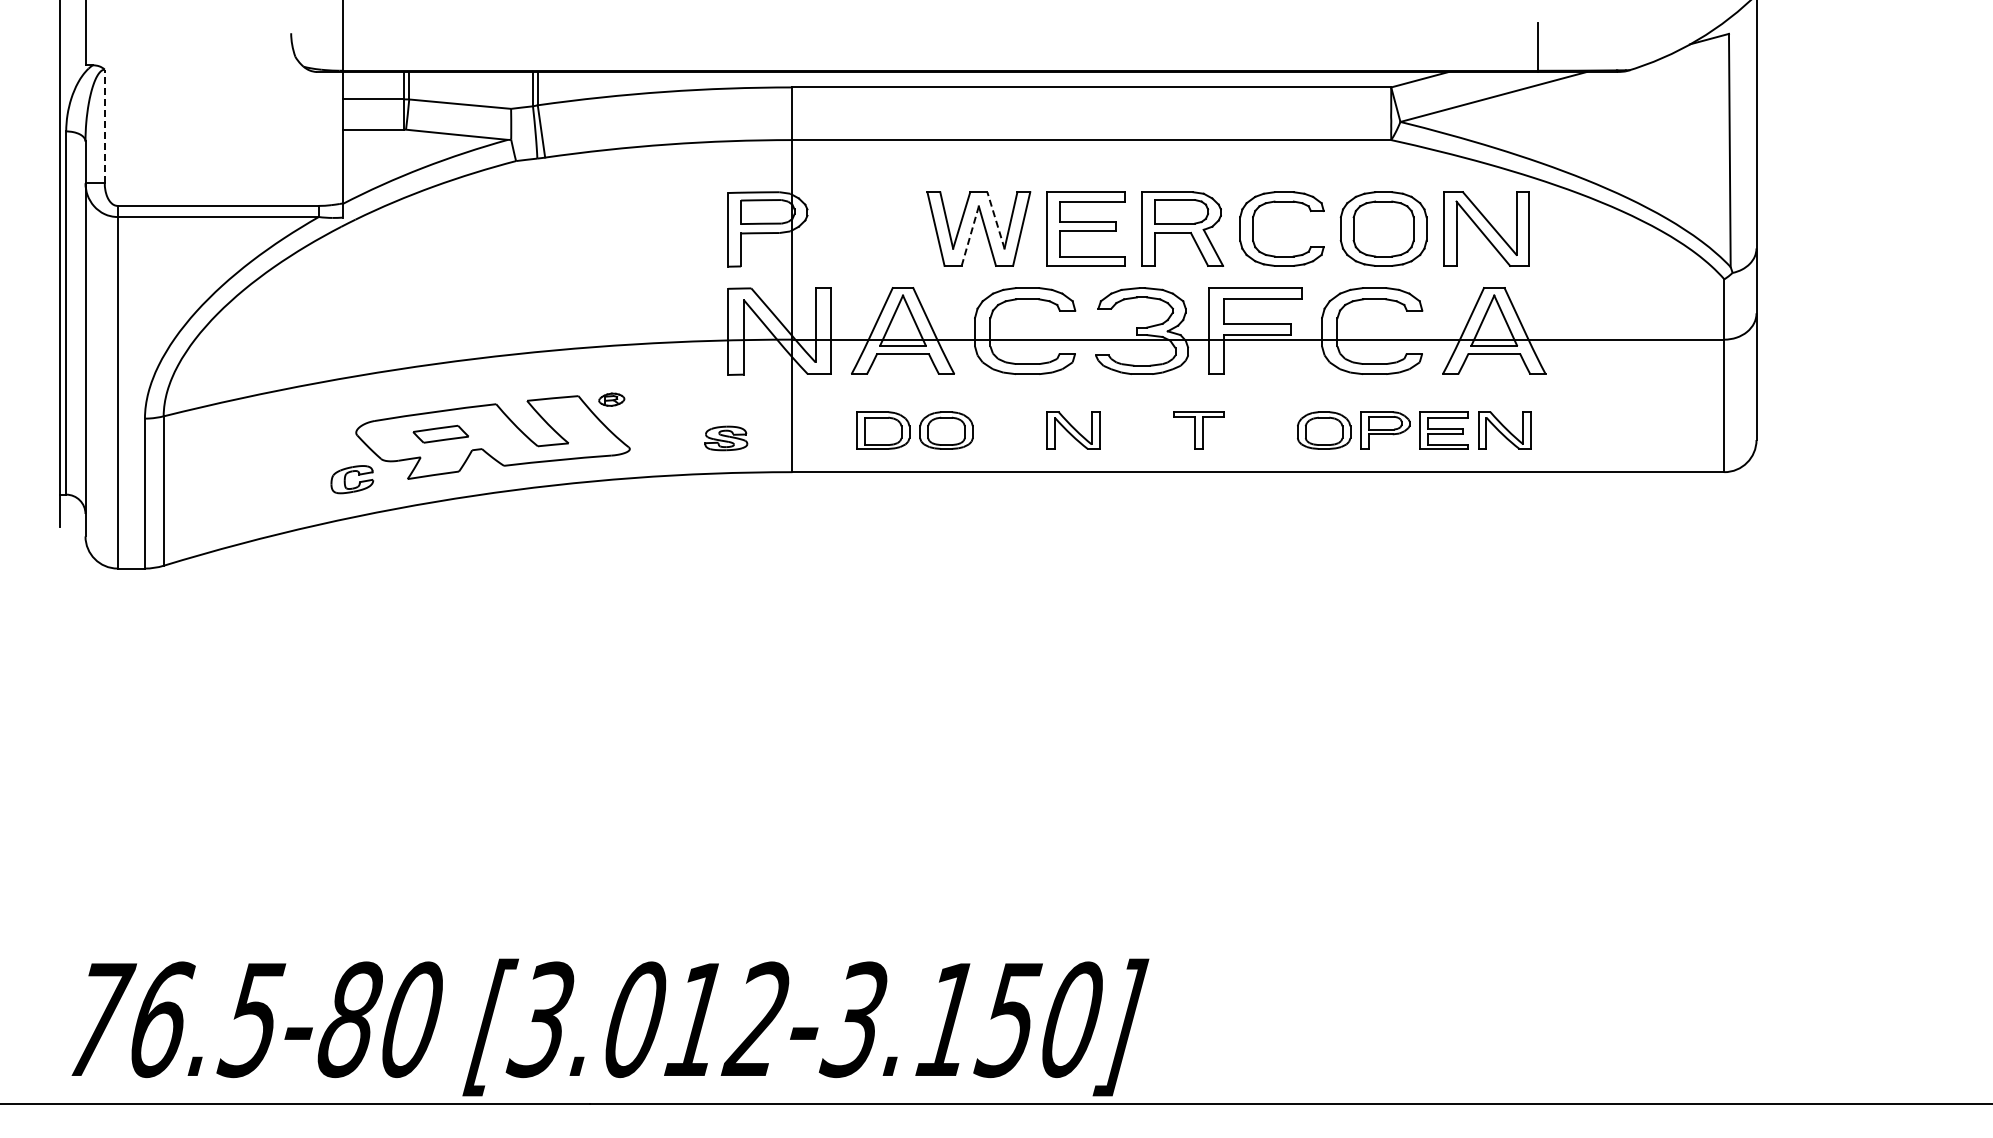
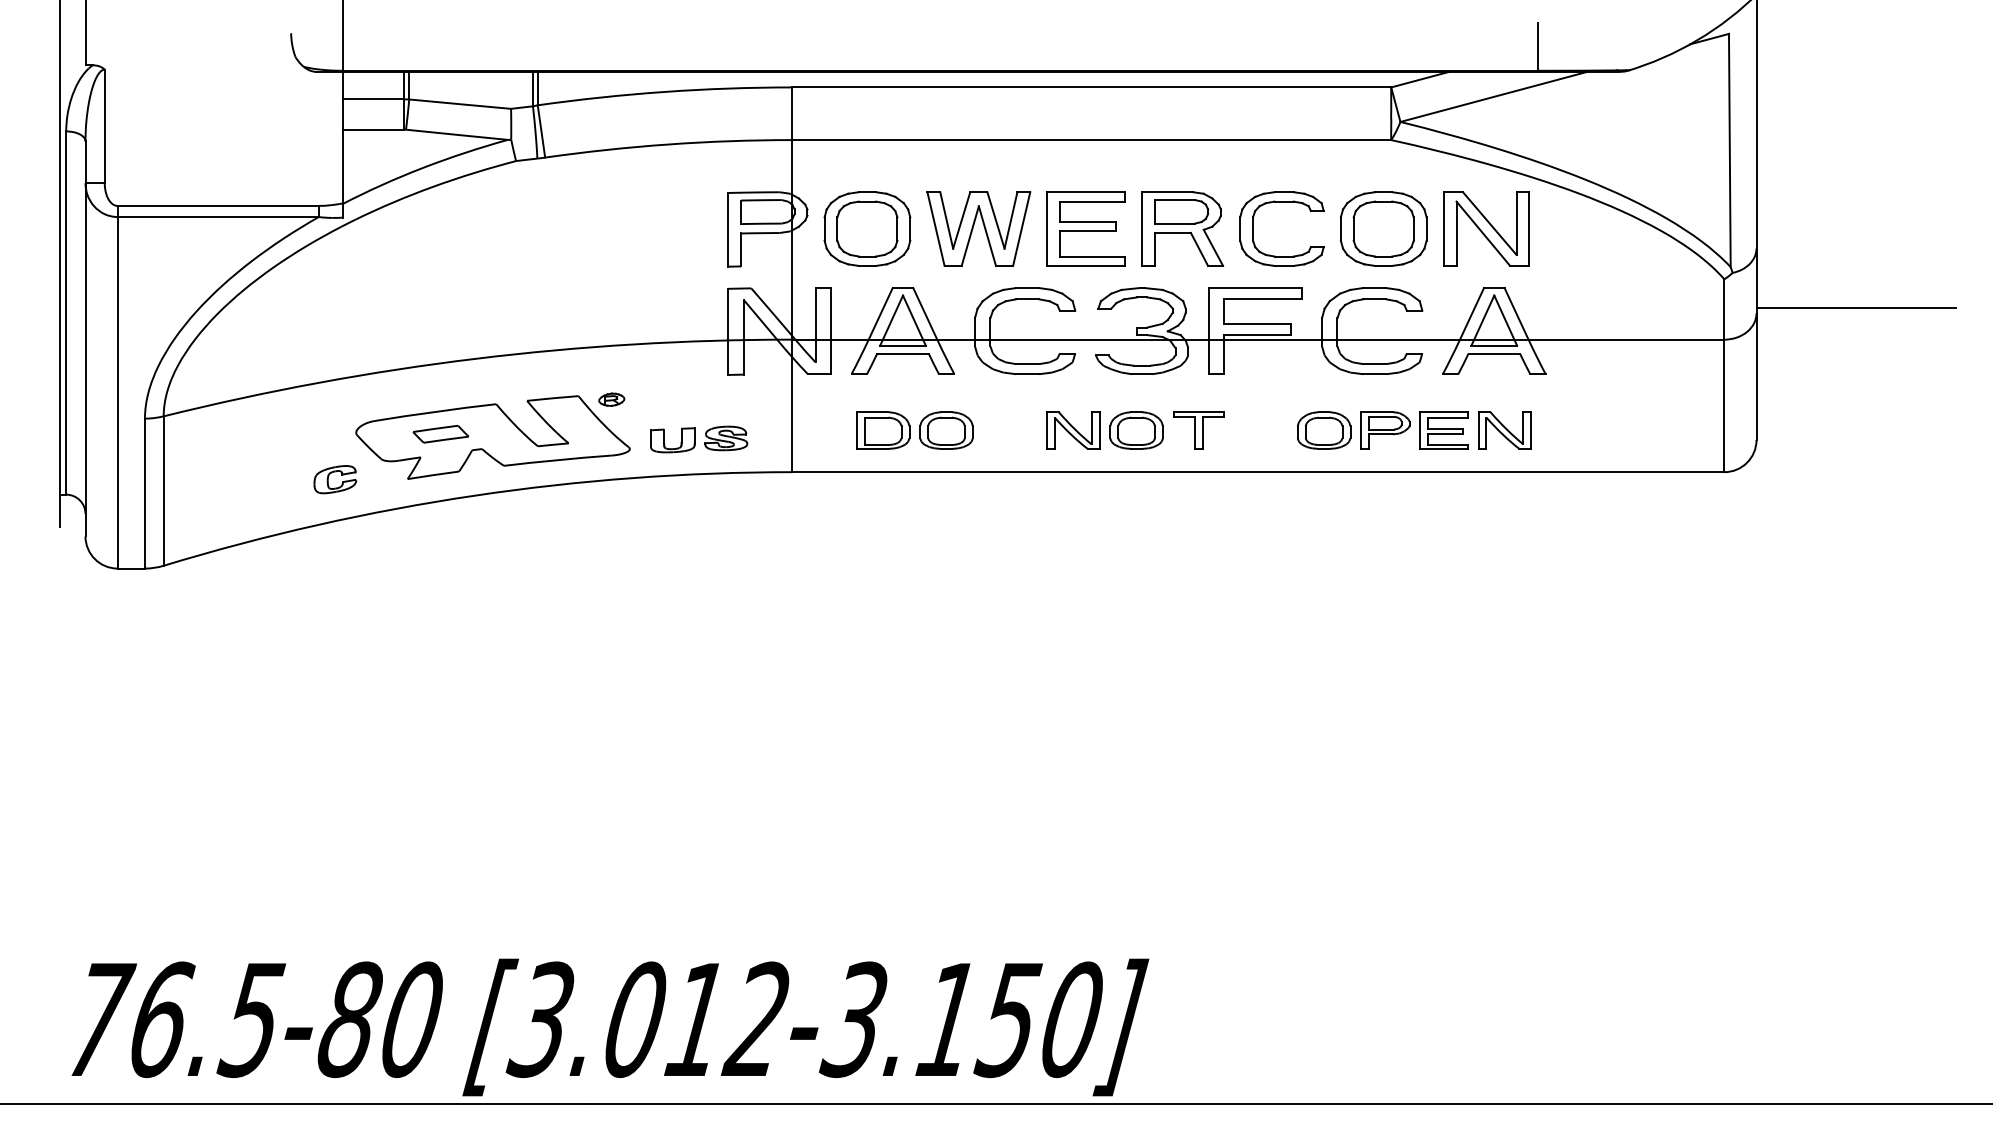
line at (104, 126): dashed -> solid
line at (995, 220): dashed -> solid
part at (867, 228): none -> present
line at (970, 235): dashed -> solid
line at (1855, 308): none -> present
part at (1136, 430): none -> present
part at (665, 443): none -> present
part at (349, 473) position: (349, 473) -> (332, 473)
